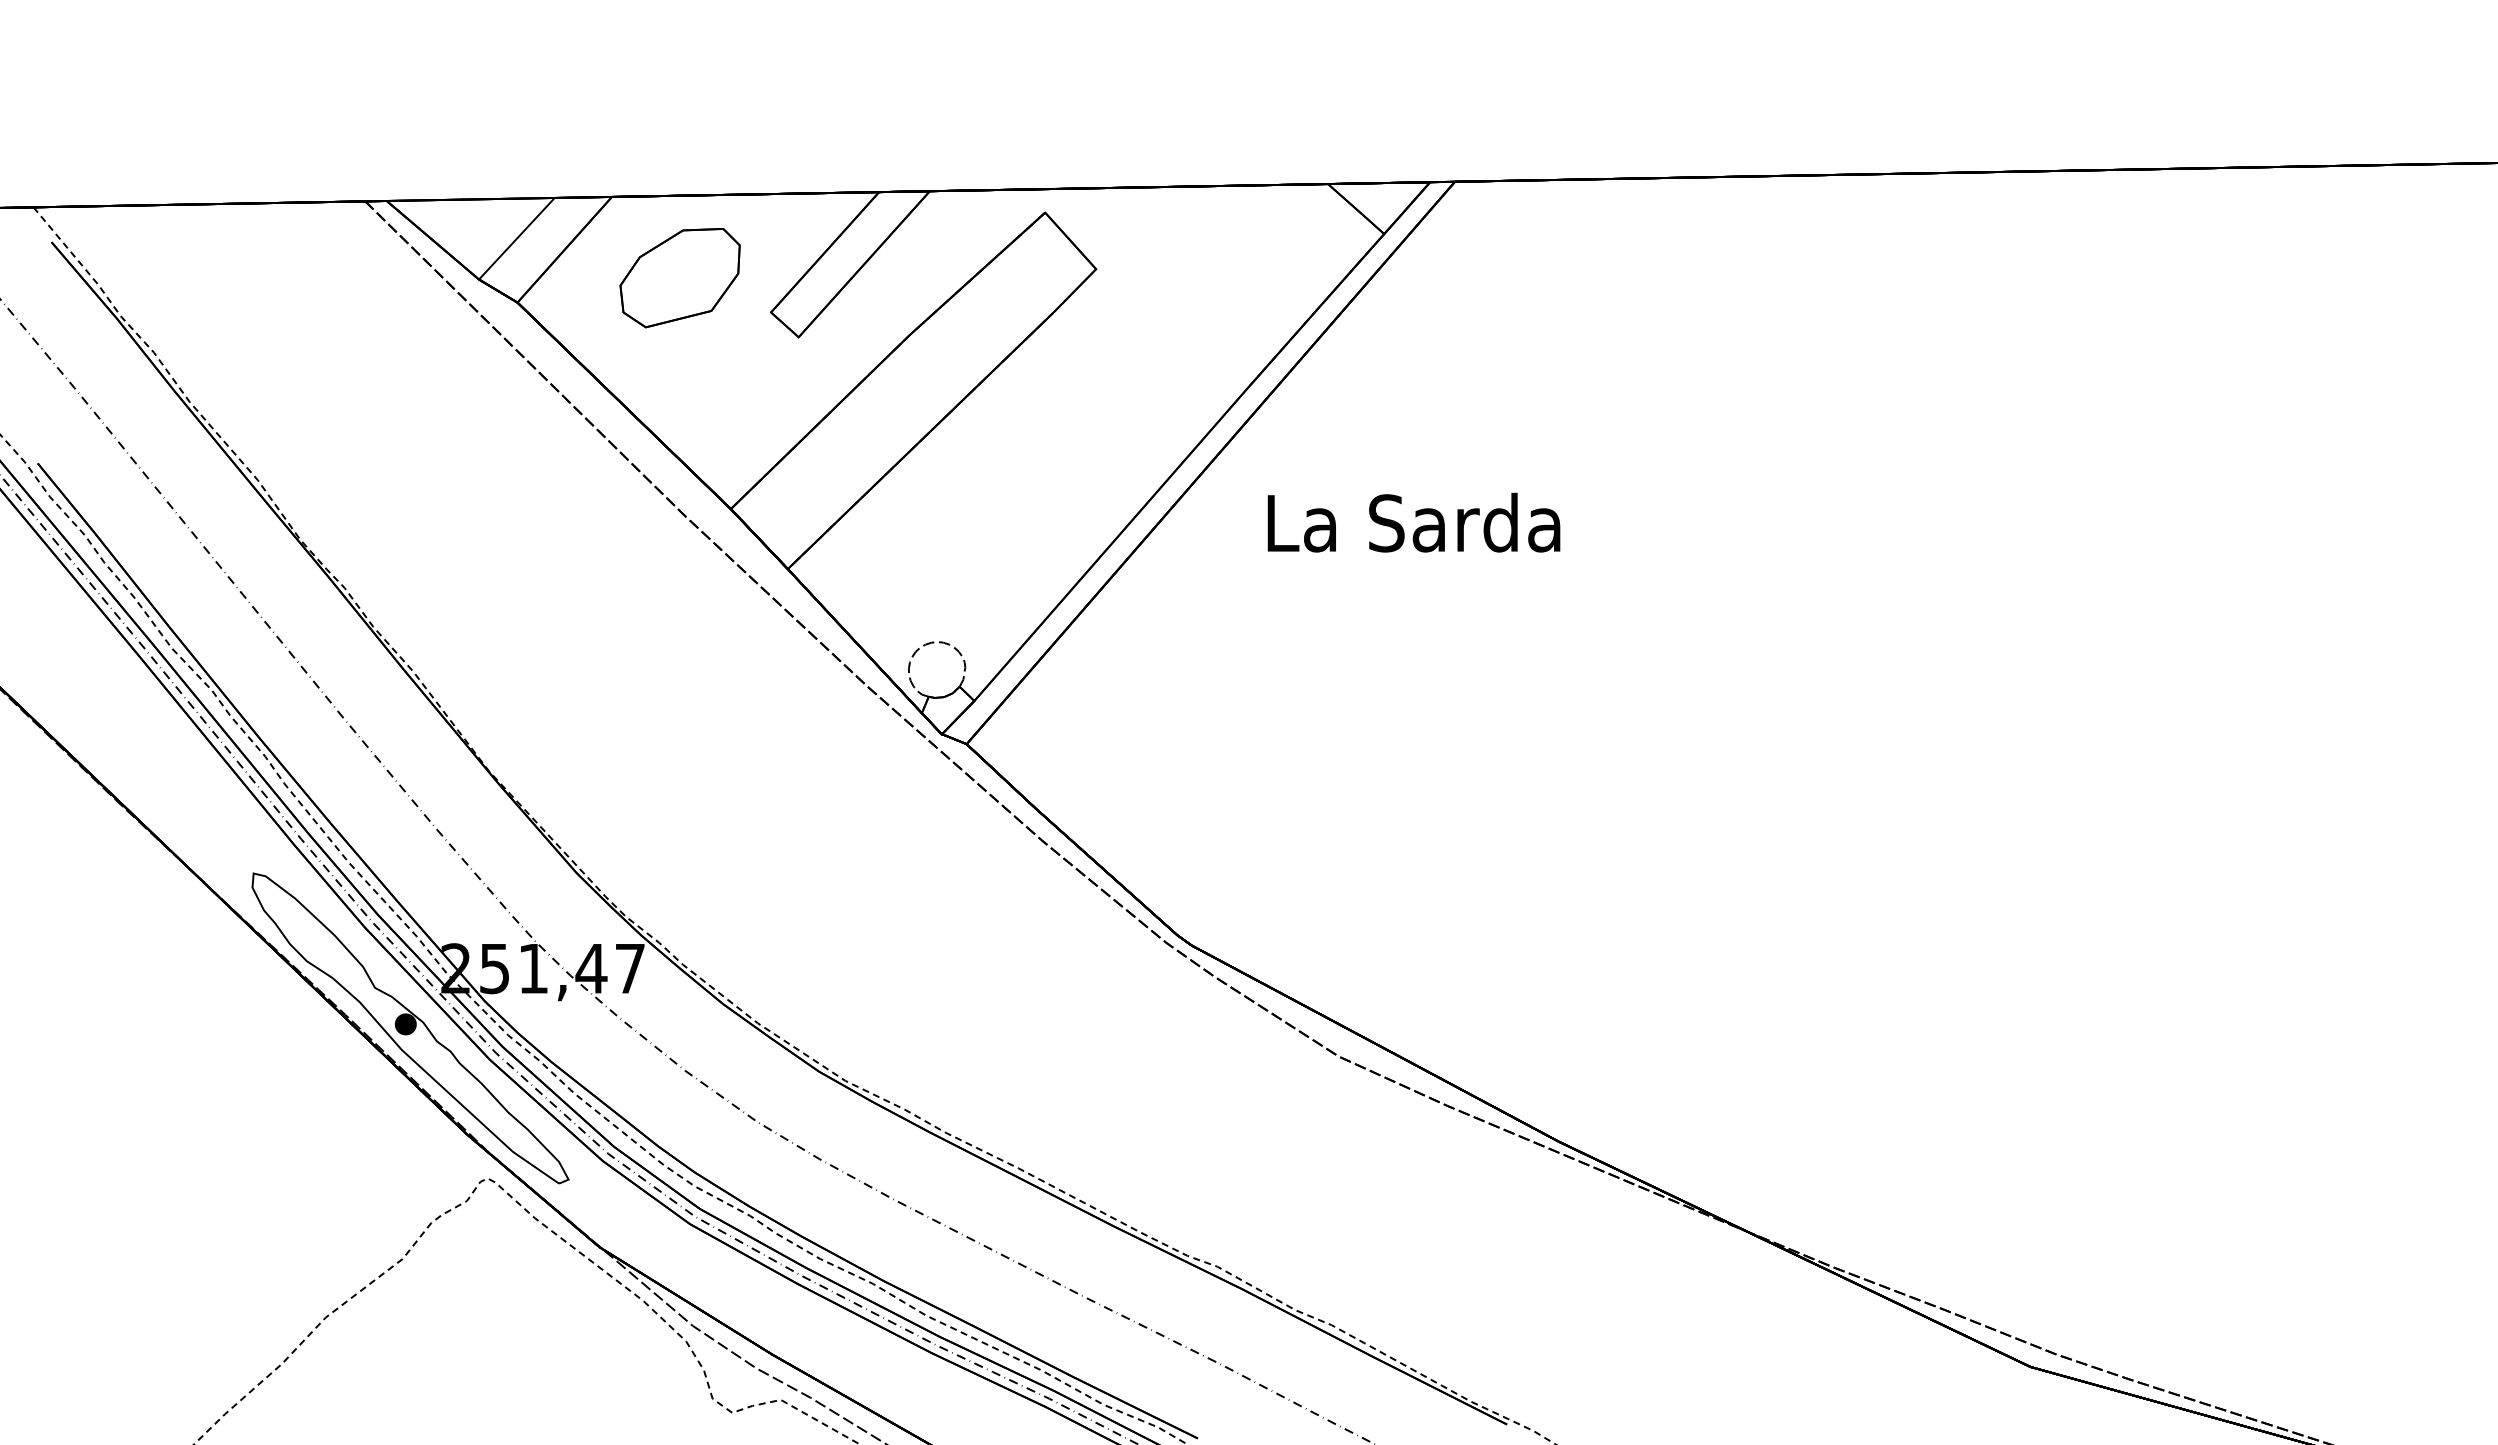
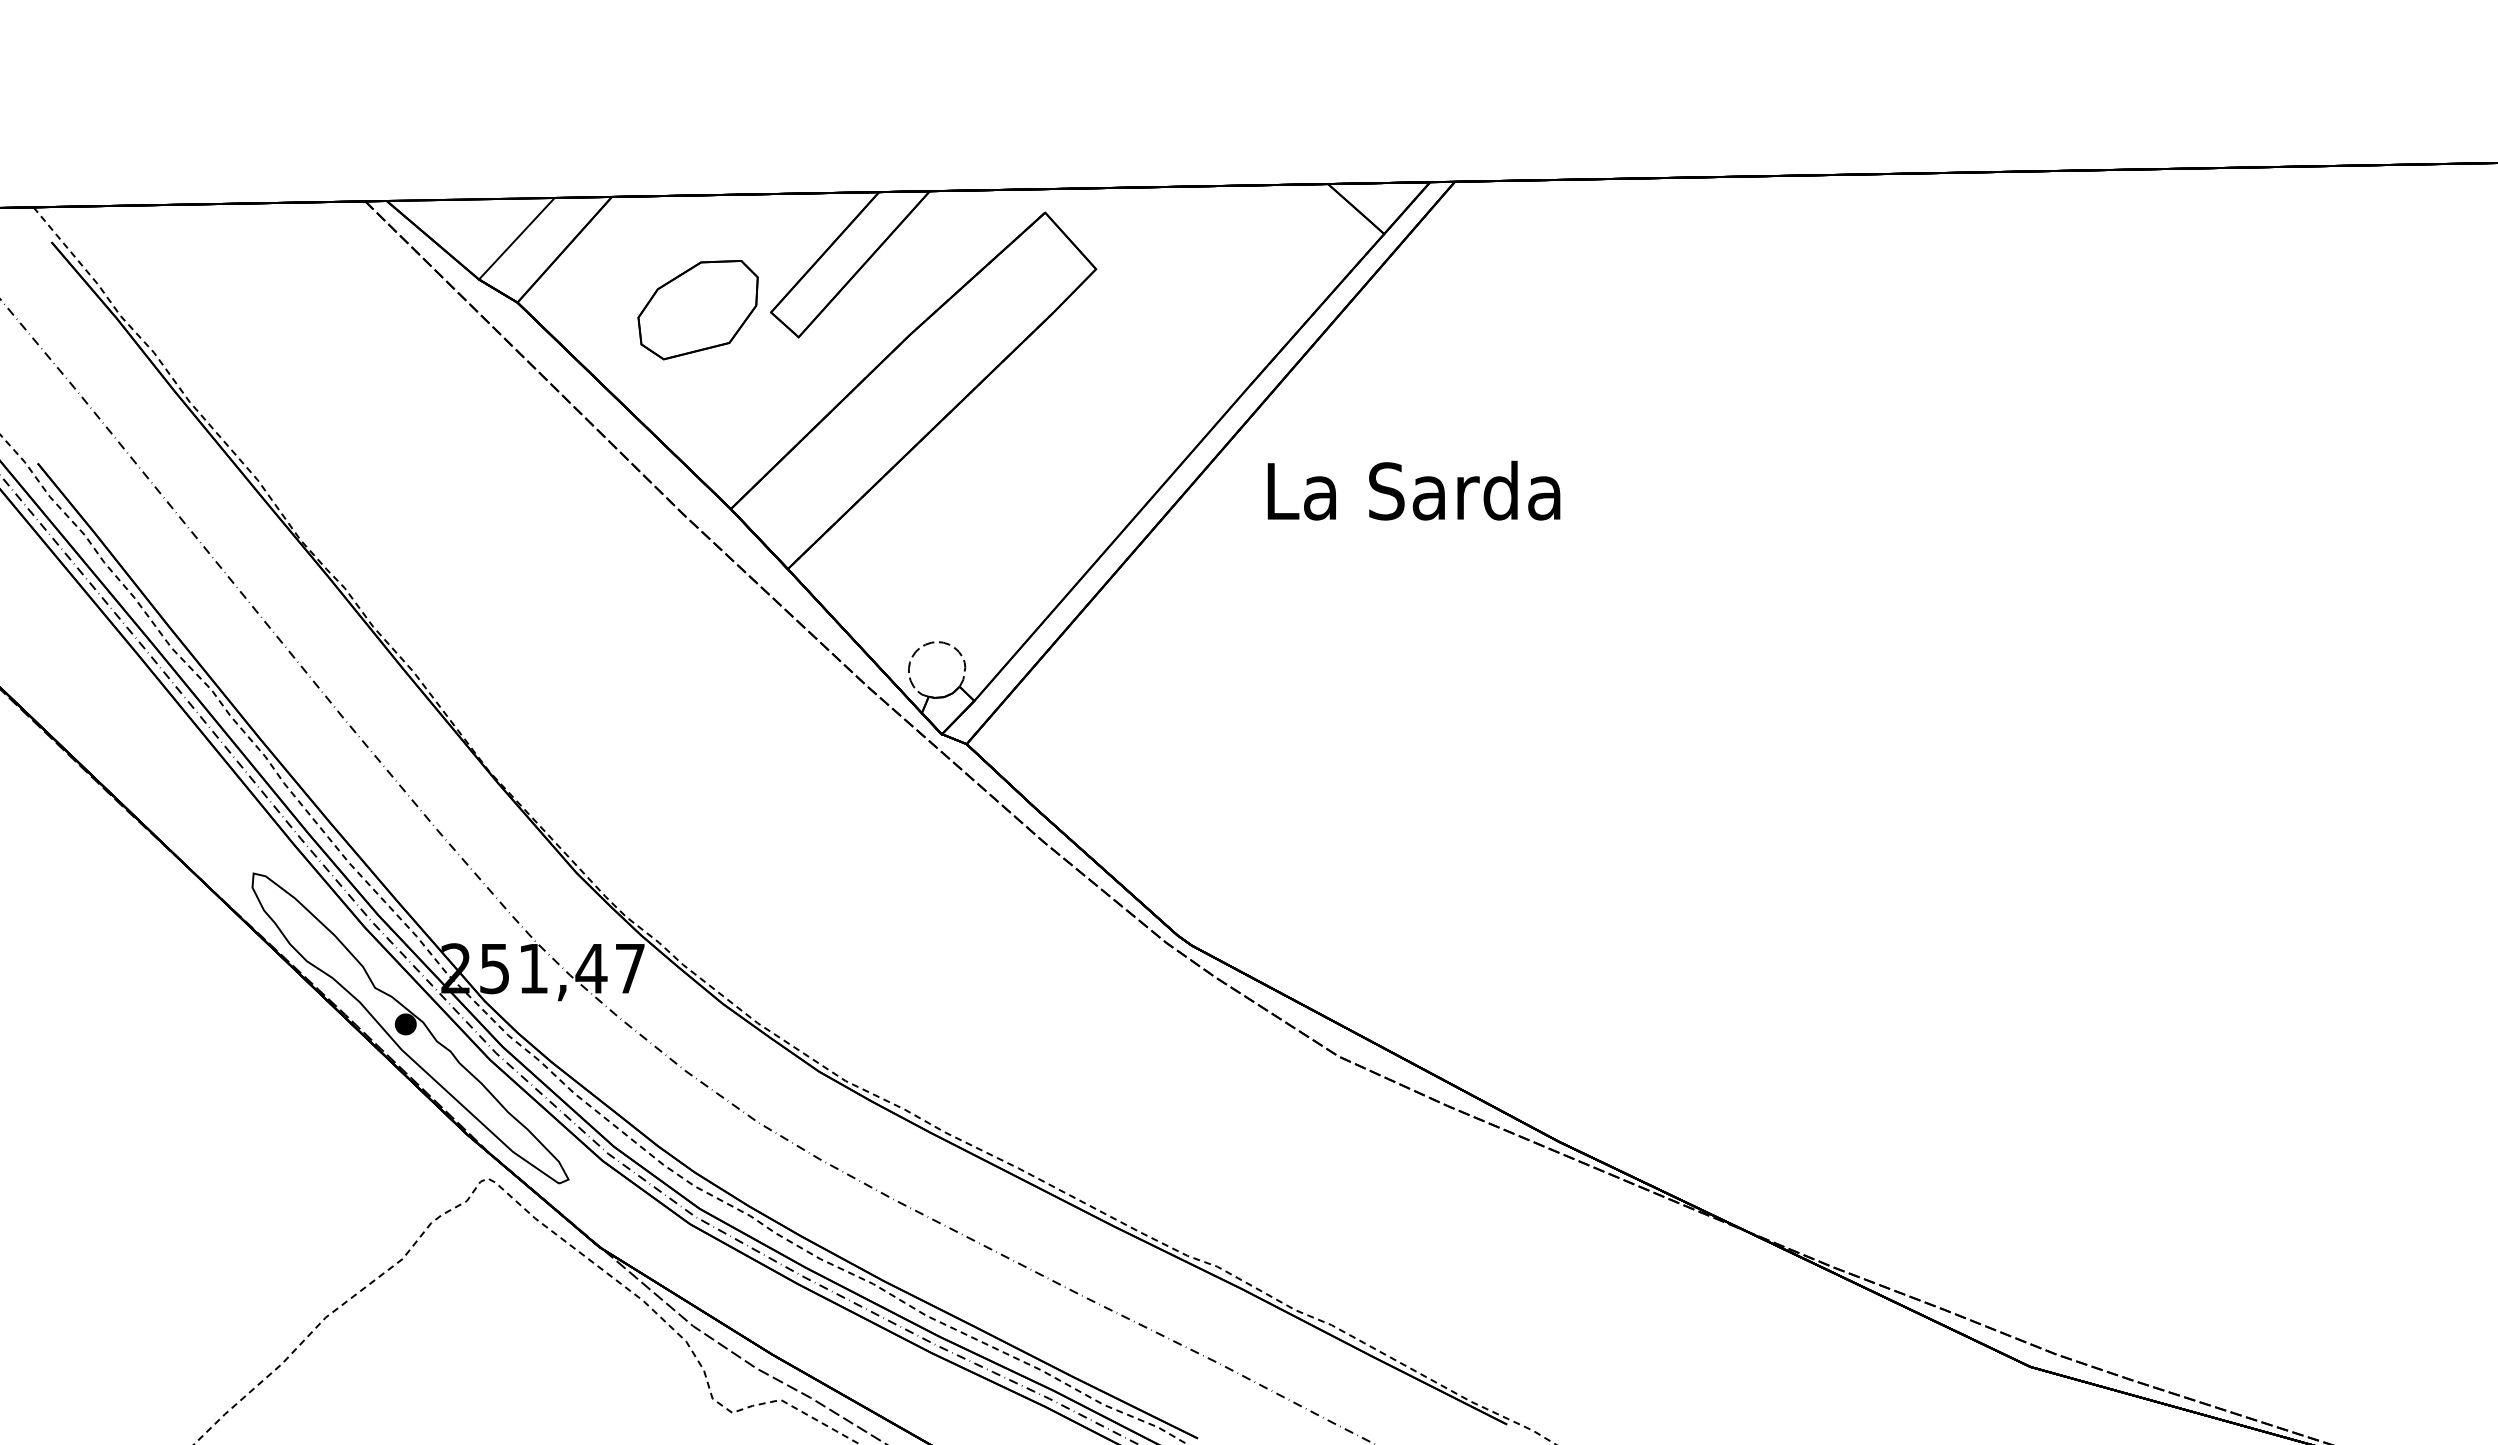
part at (679, 278) position: (679, 278) -> (697, 310)
text at (1413, 522) position: (1413, 522) -> (1413, 490)
